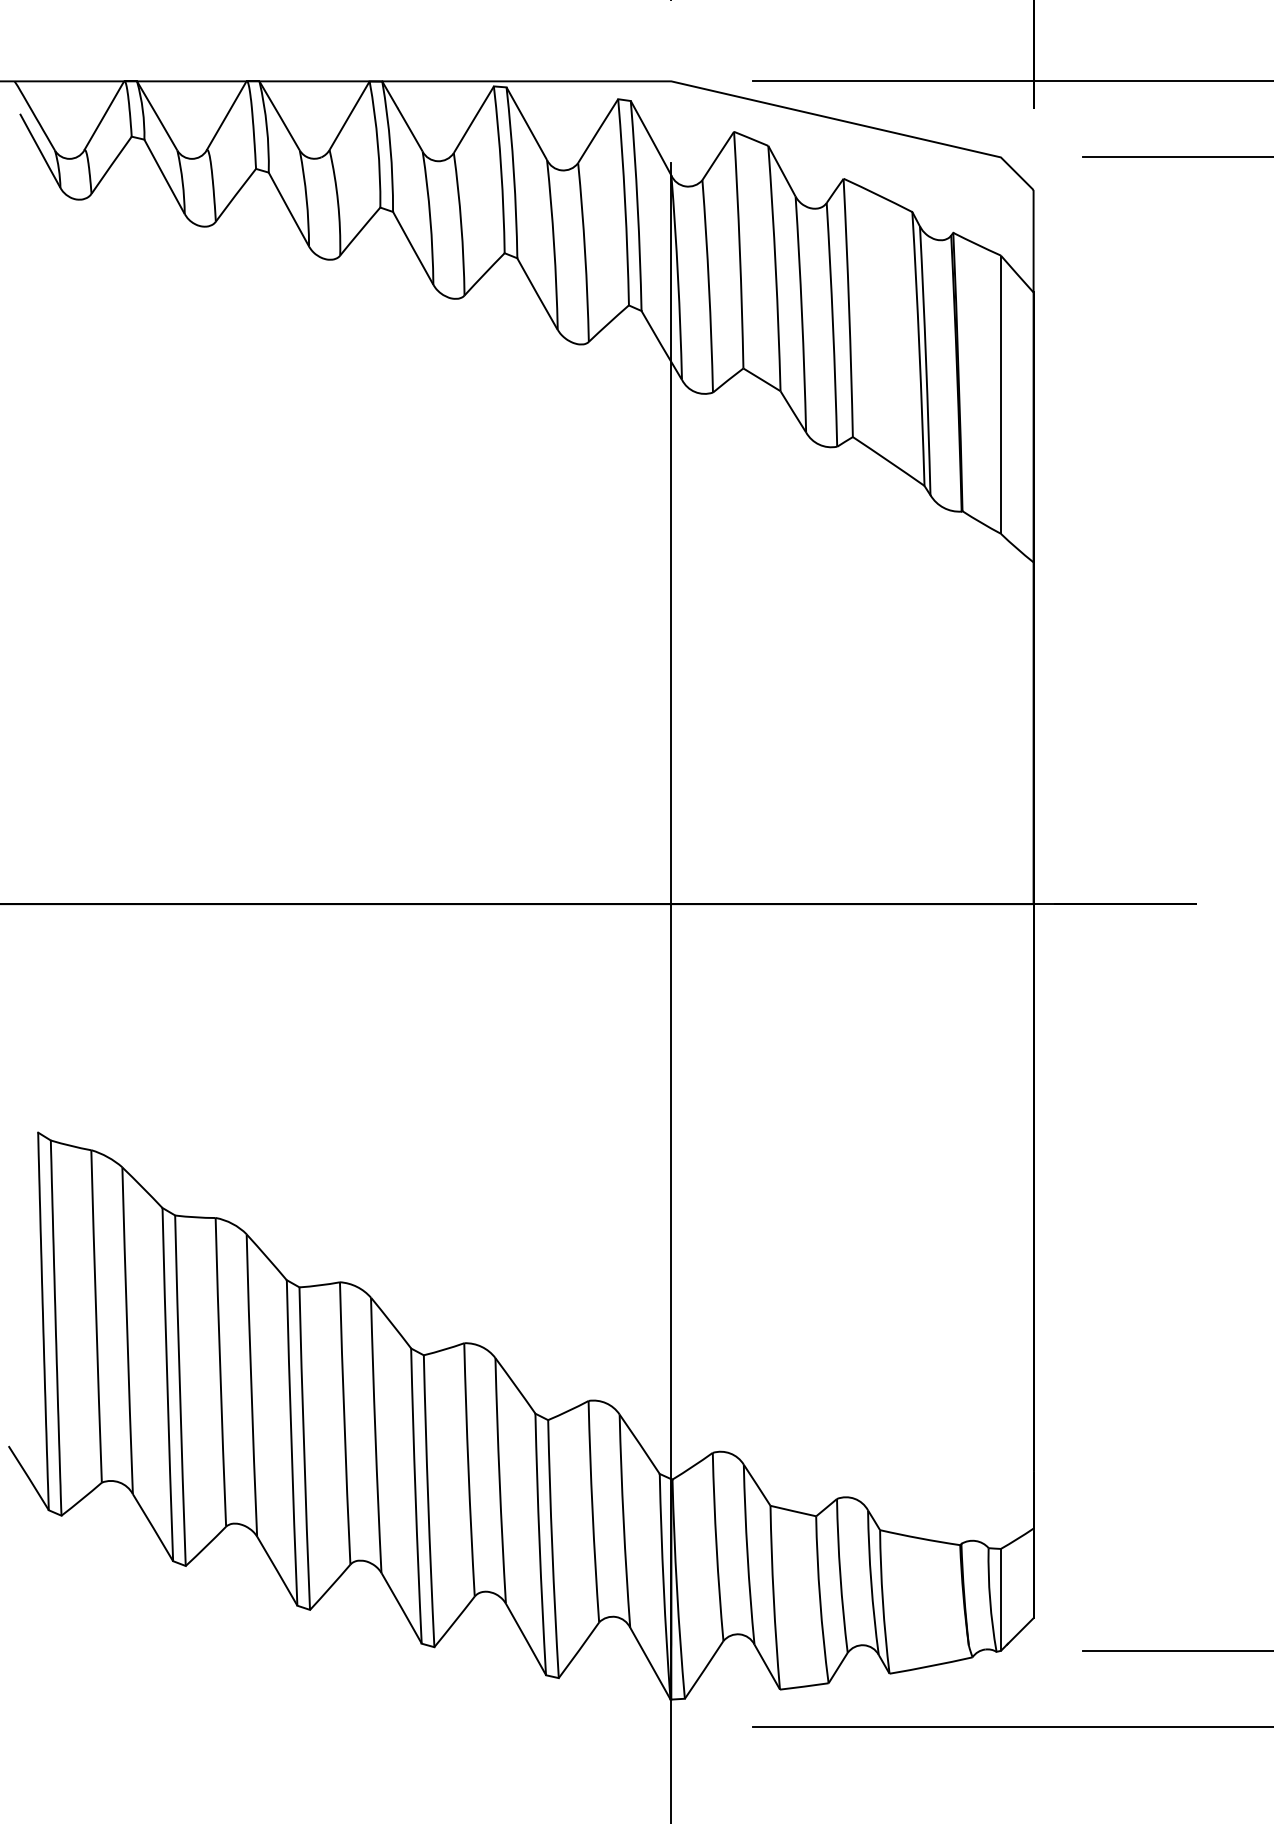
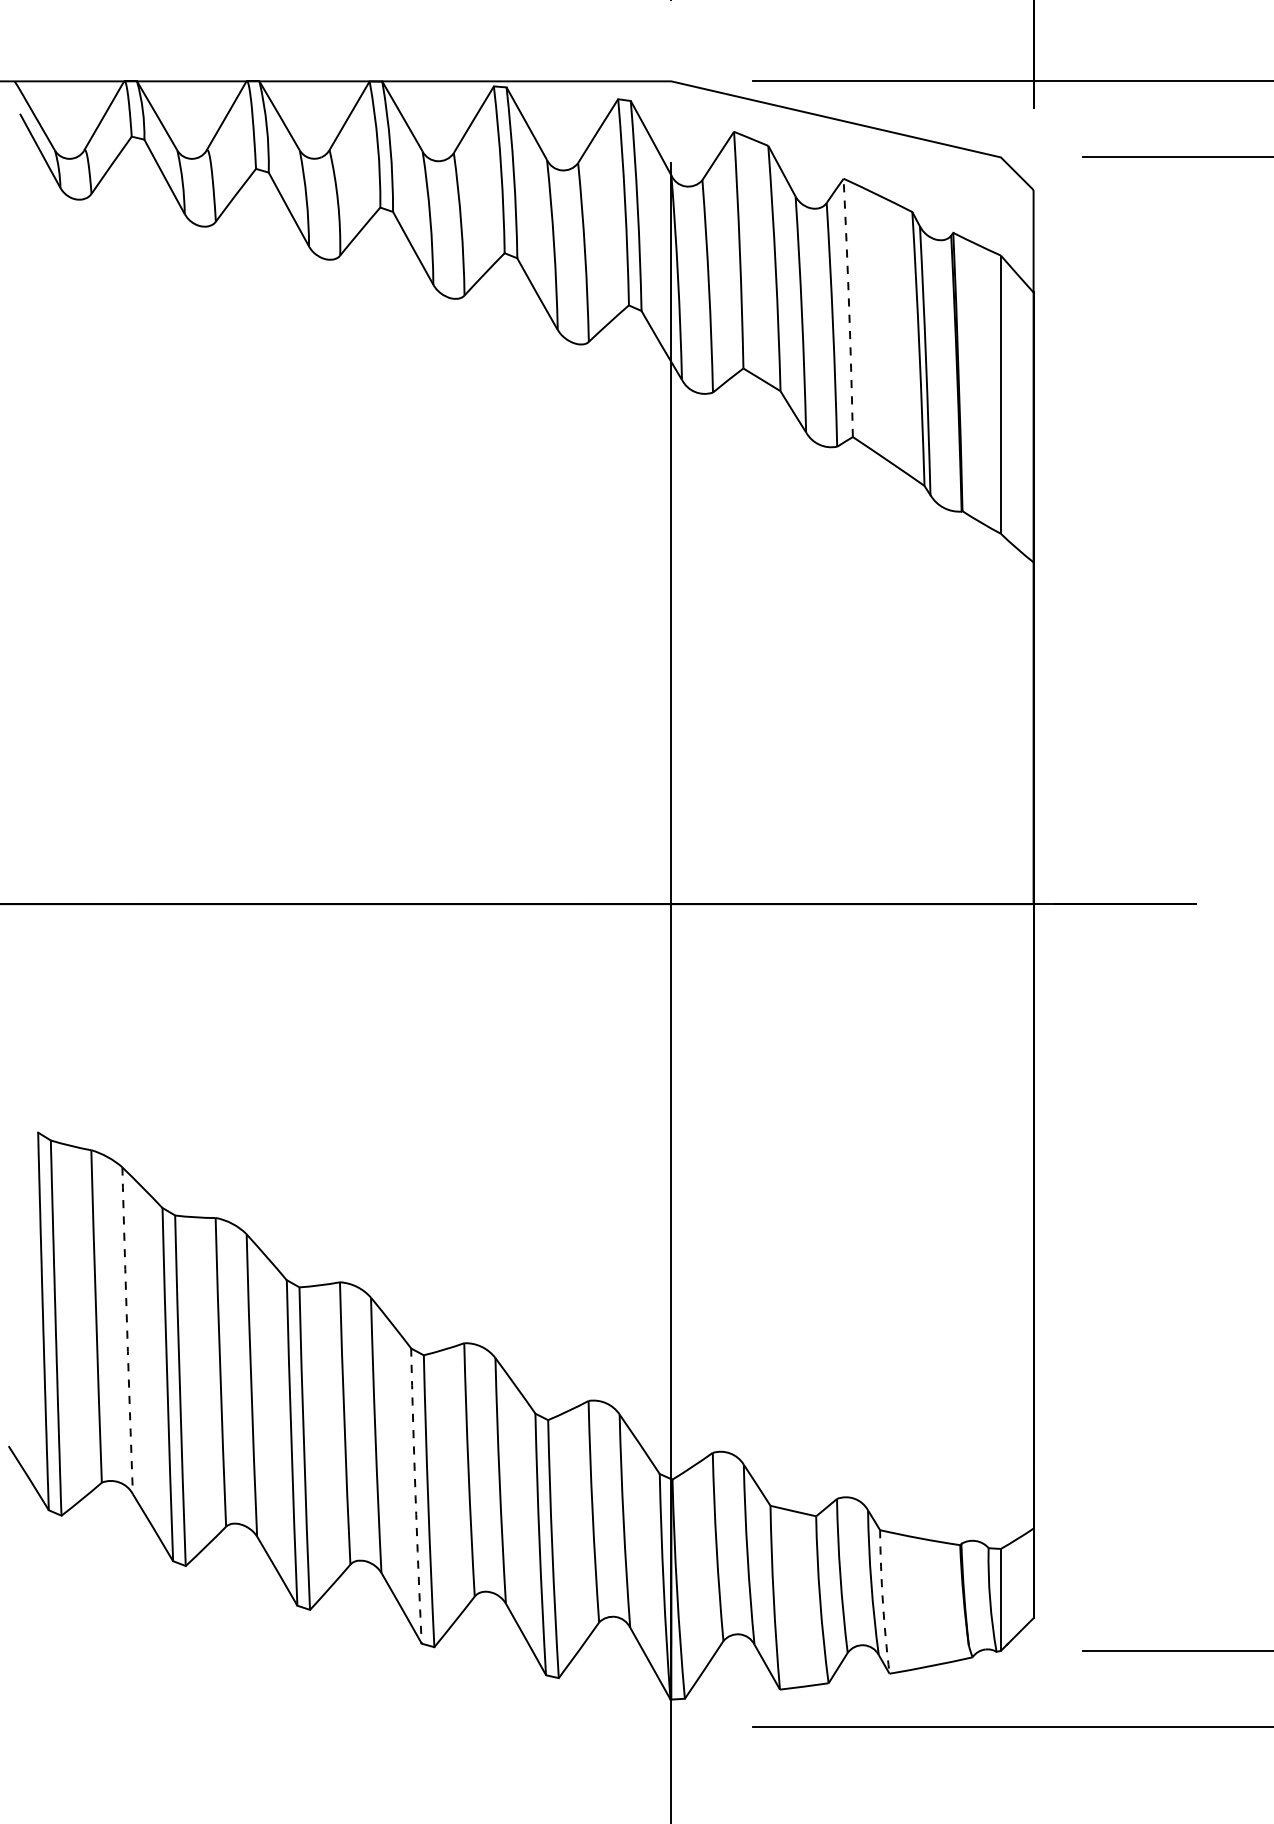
arc at (849, 307): solid -> dashed
arc at (127, 1330): solid -> dashed
arc at (415, 1496): solid -> dashed
arc at (882, 1602): solid -> dashed
